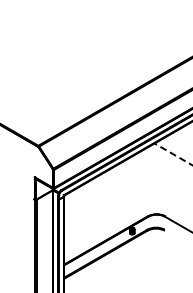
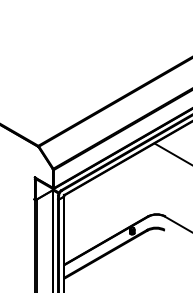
line at (173, 154): dashed -> solid
